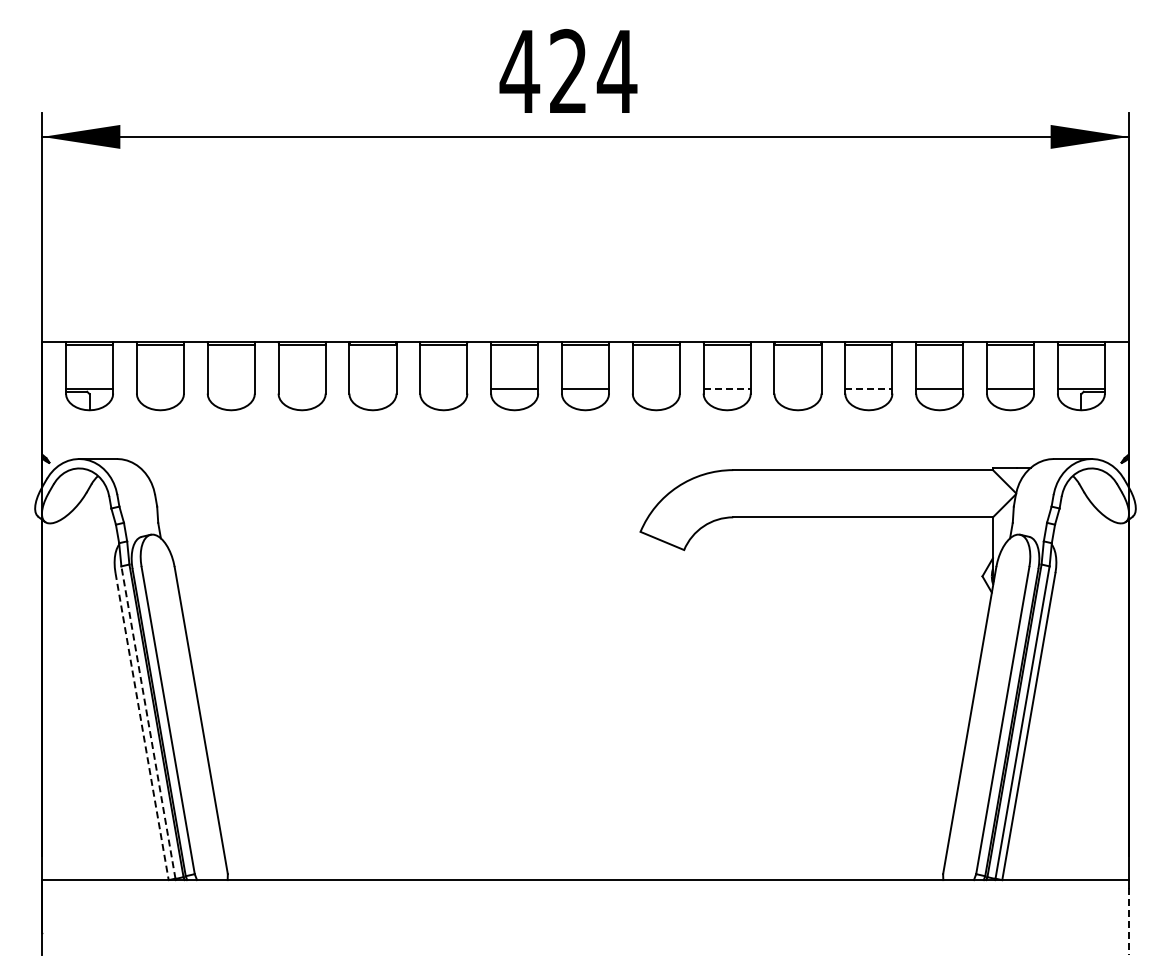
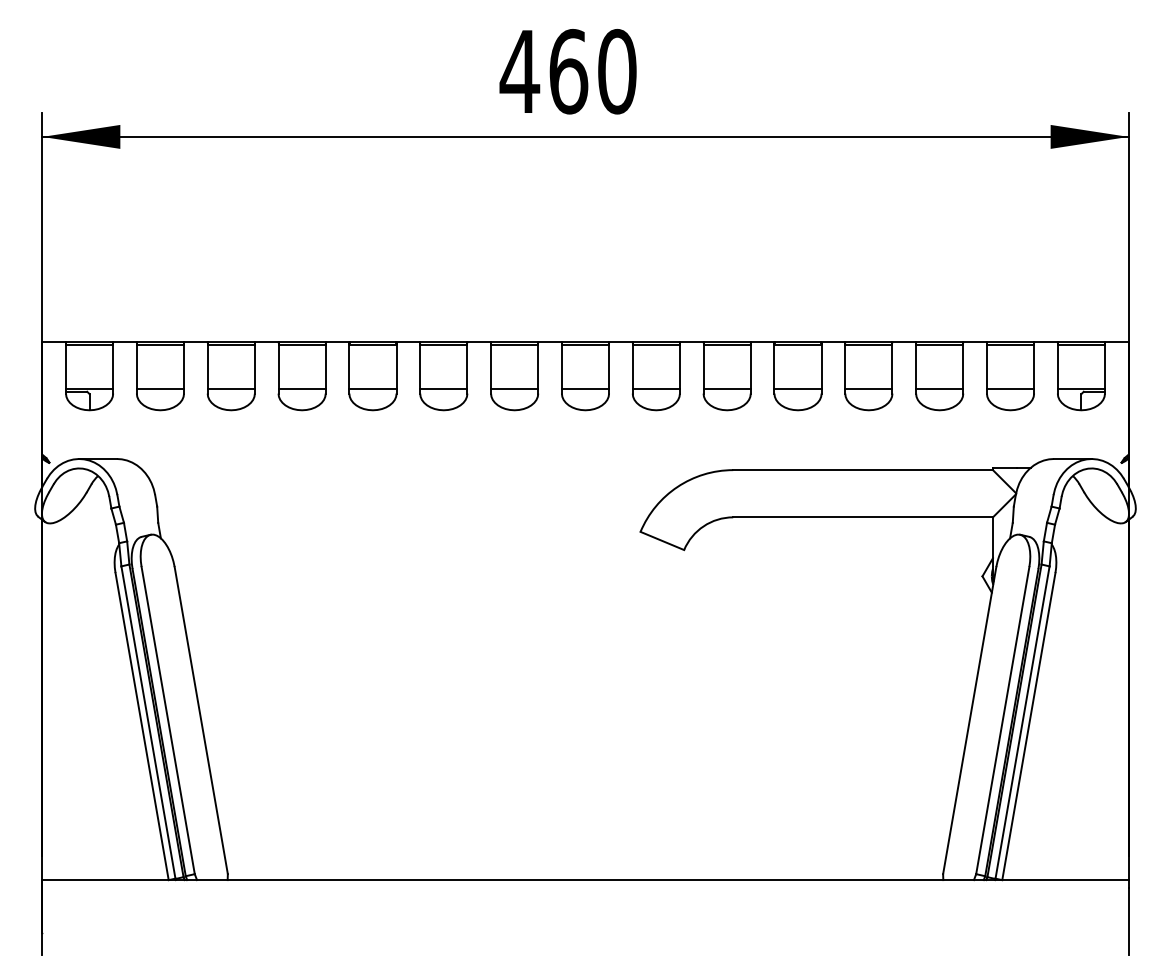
text at (593, 71): 424 -> 460
line at (160, 389): none -> present
line at (230, 389): none -> present
line at (301, 389): none -> present
line at (372, 389): none -> present
line at (443, 389): none -> present
line at (655, 389): none -> present
line at (727, 389): dashed -> solid
line at (797, 389): none -> present
line at (868, 389): dashed -> solid
line at (148, 722): dashed -> solid
line at (142, 726): dashed -> solid
line at (1128, 921): dashed -> solid
